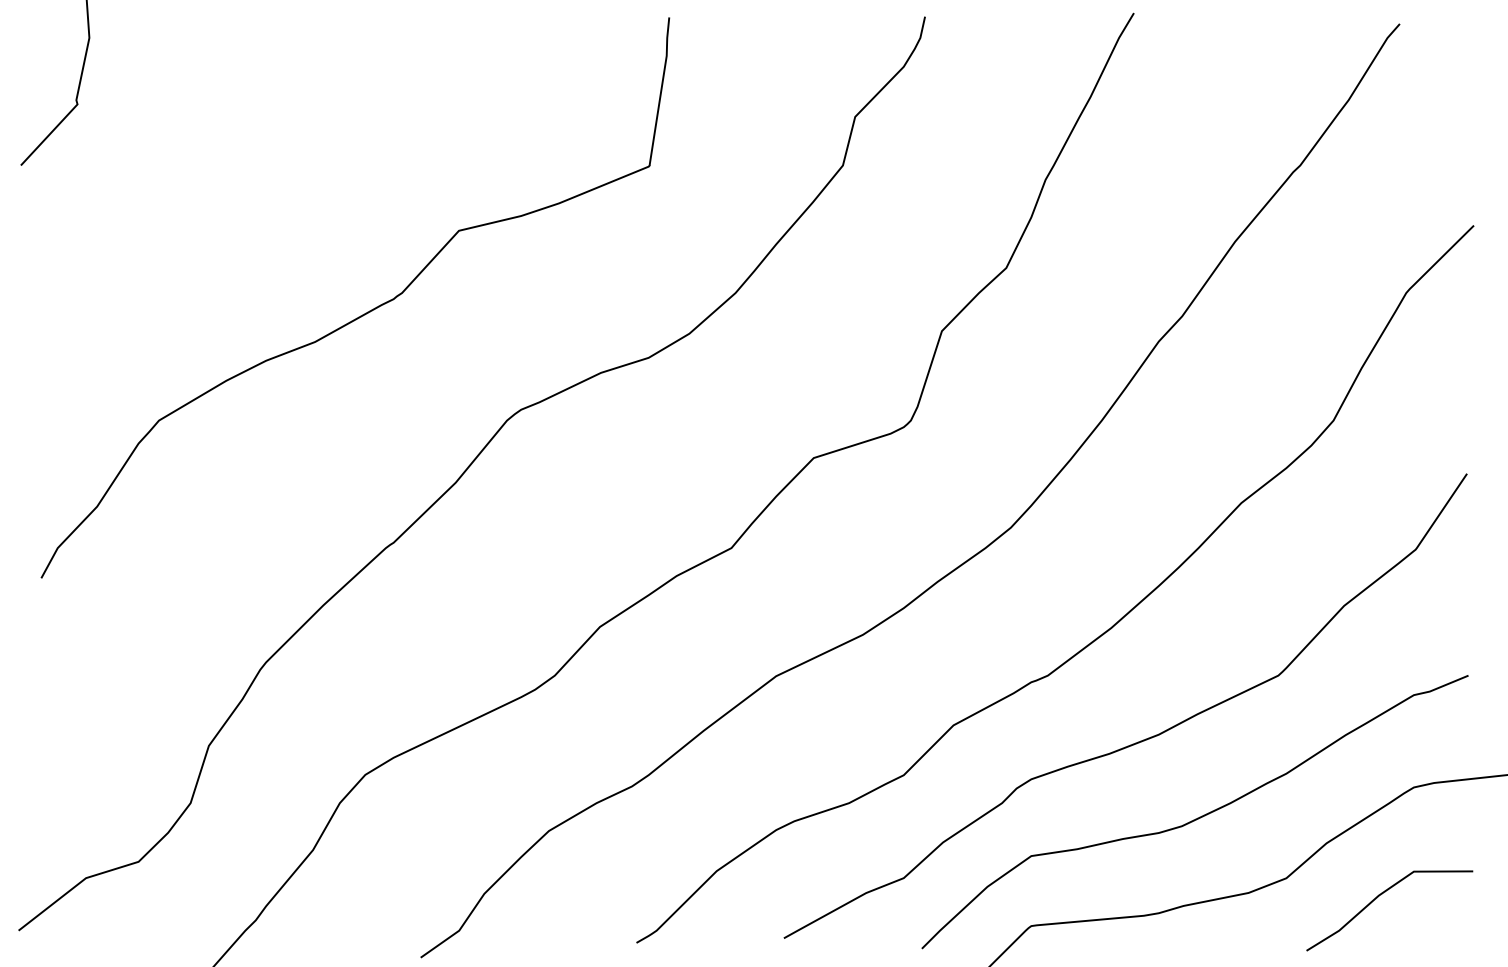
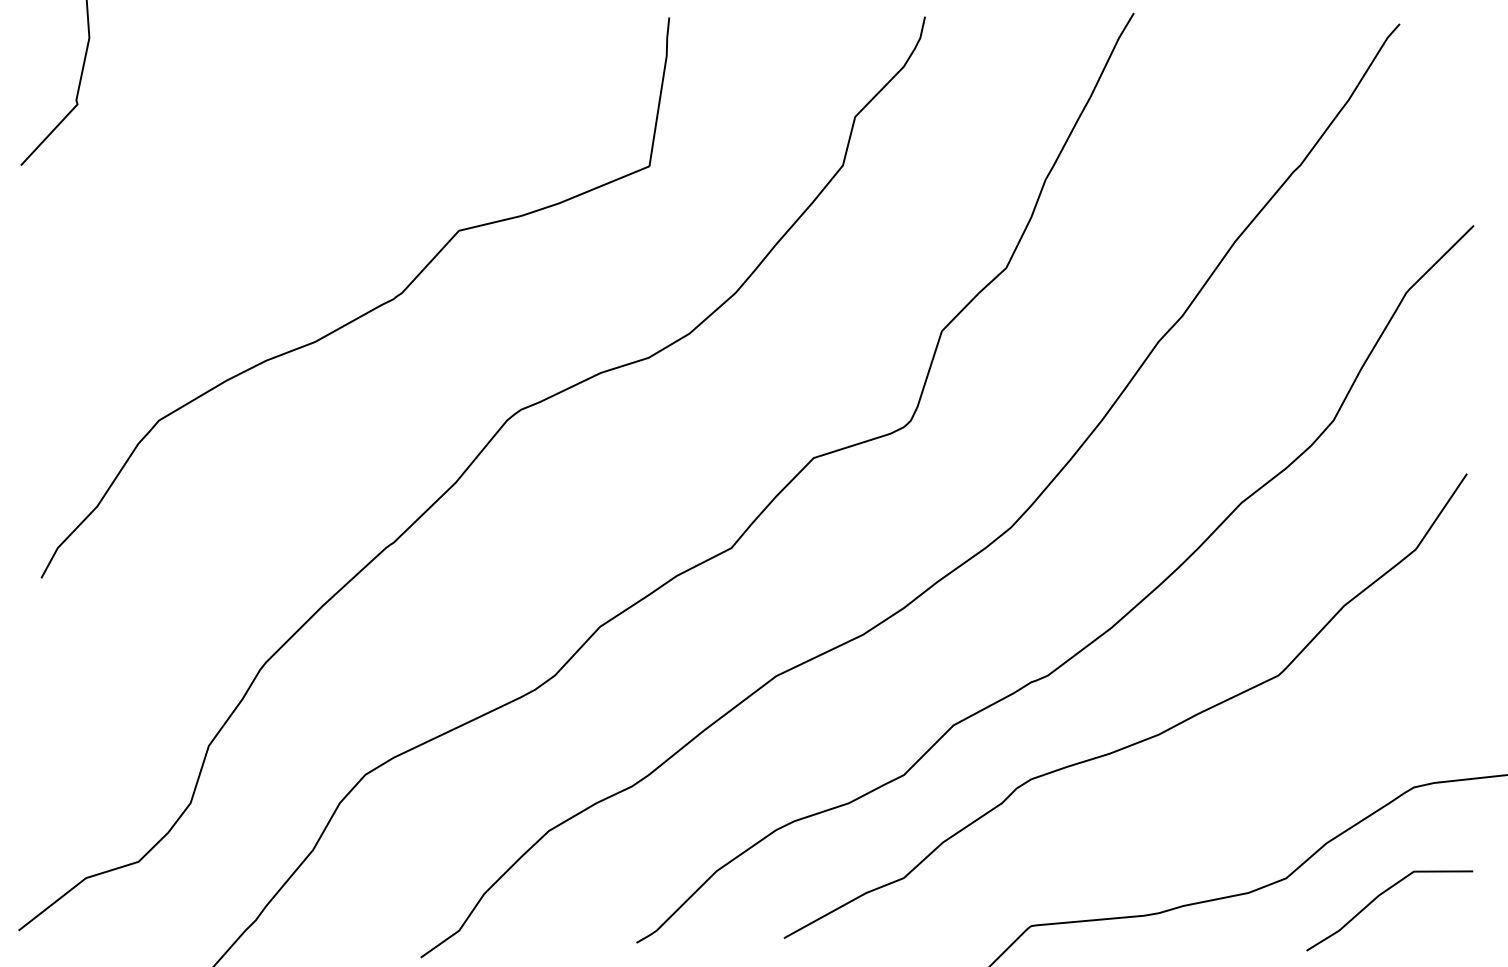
curve at (1197, 817): present -> none
